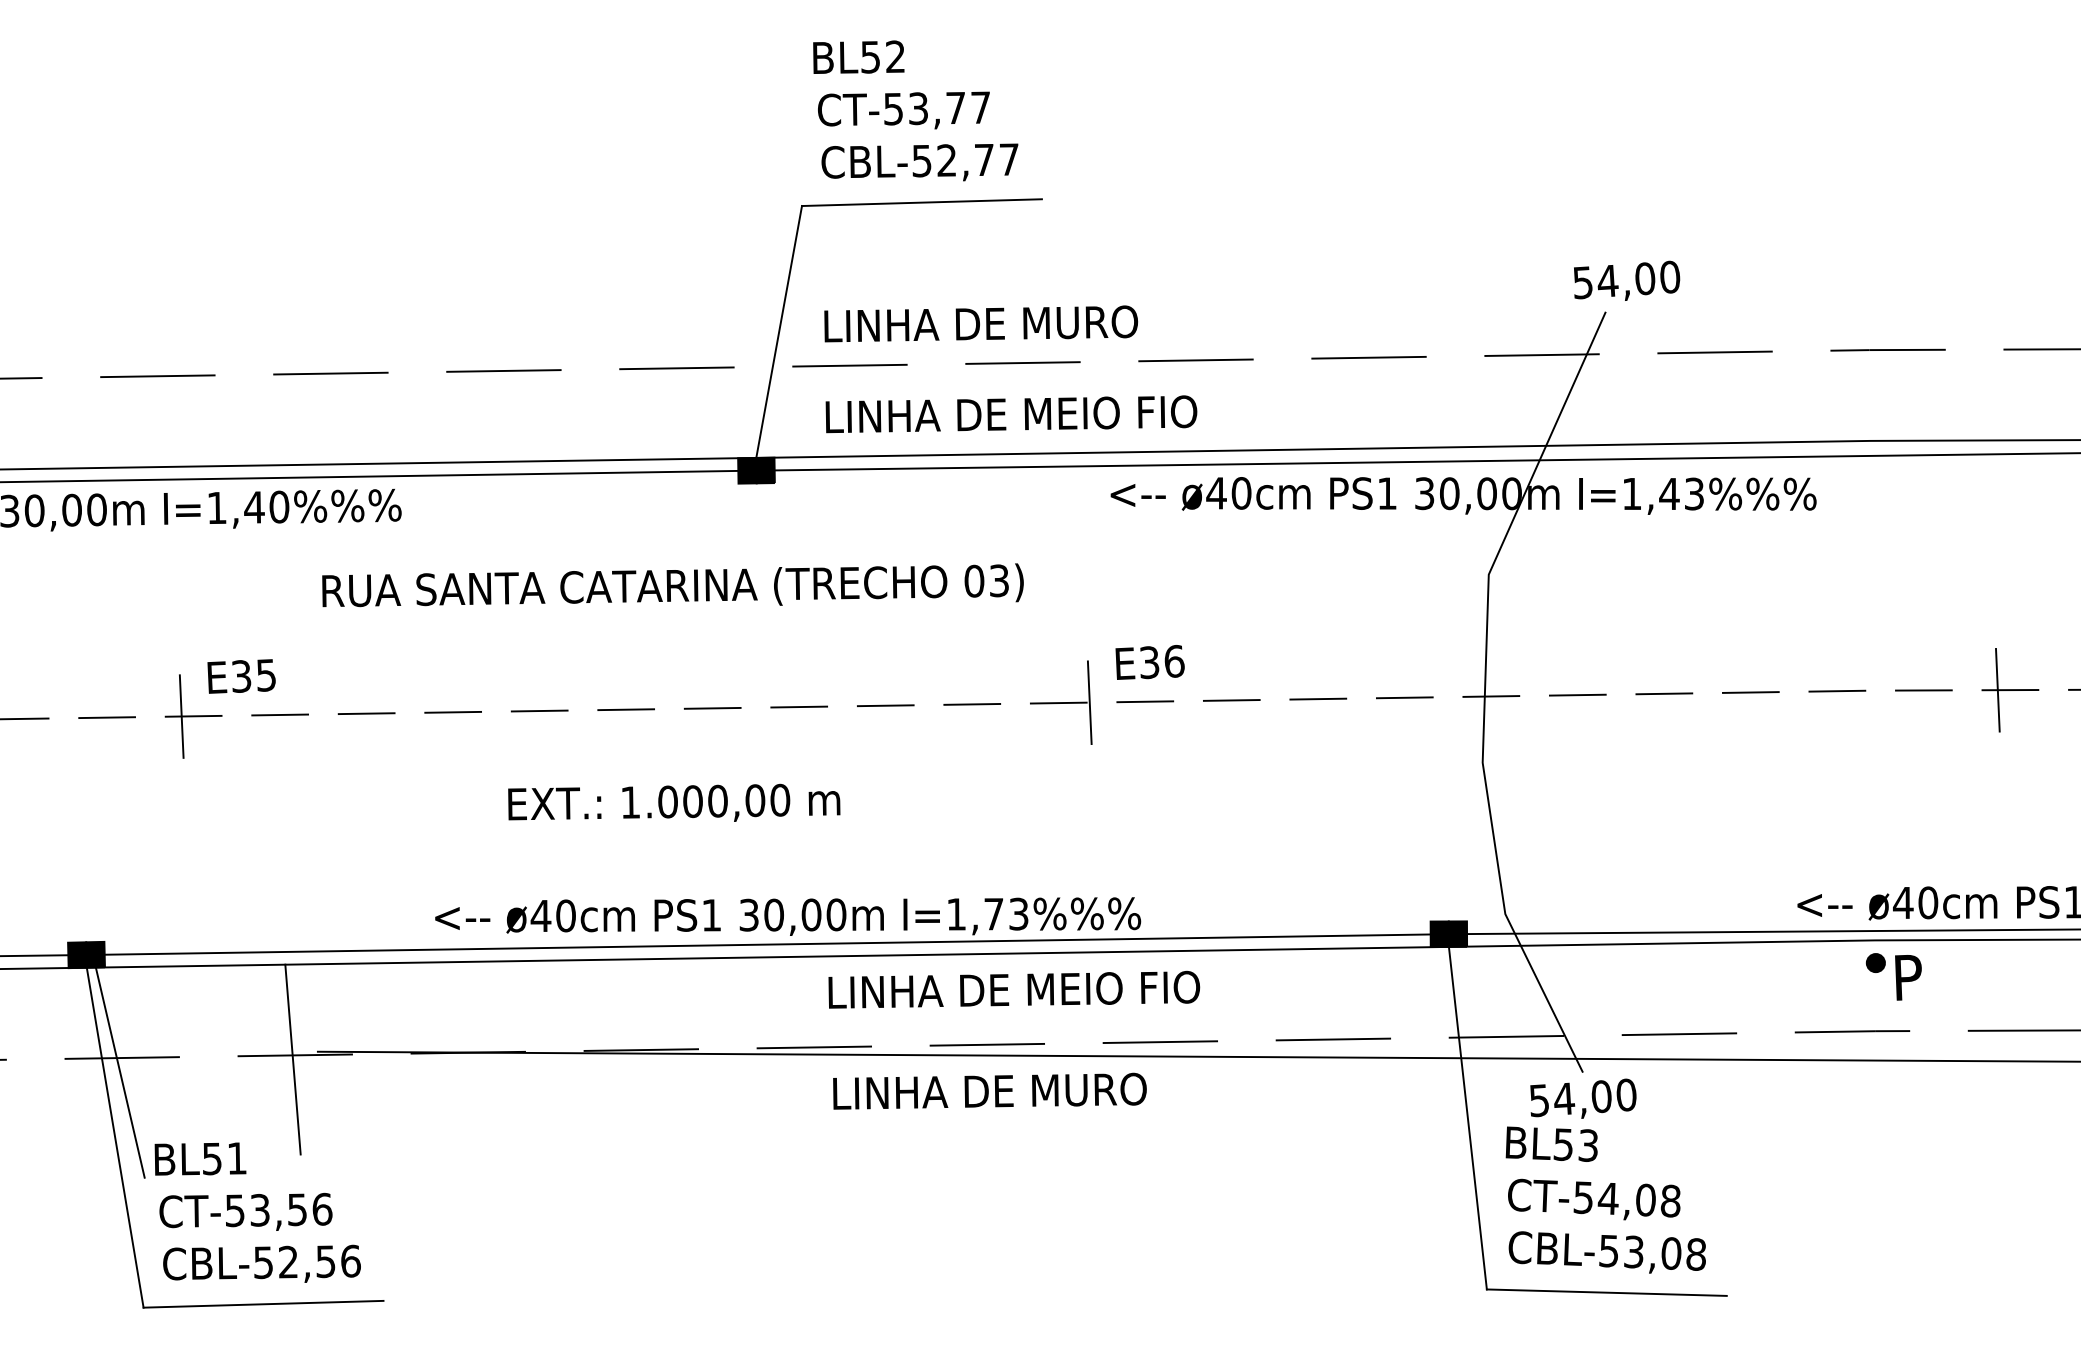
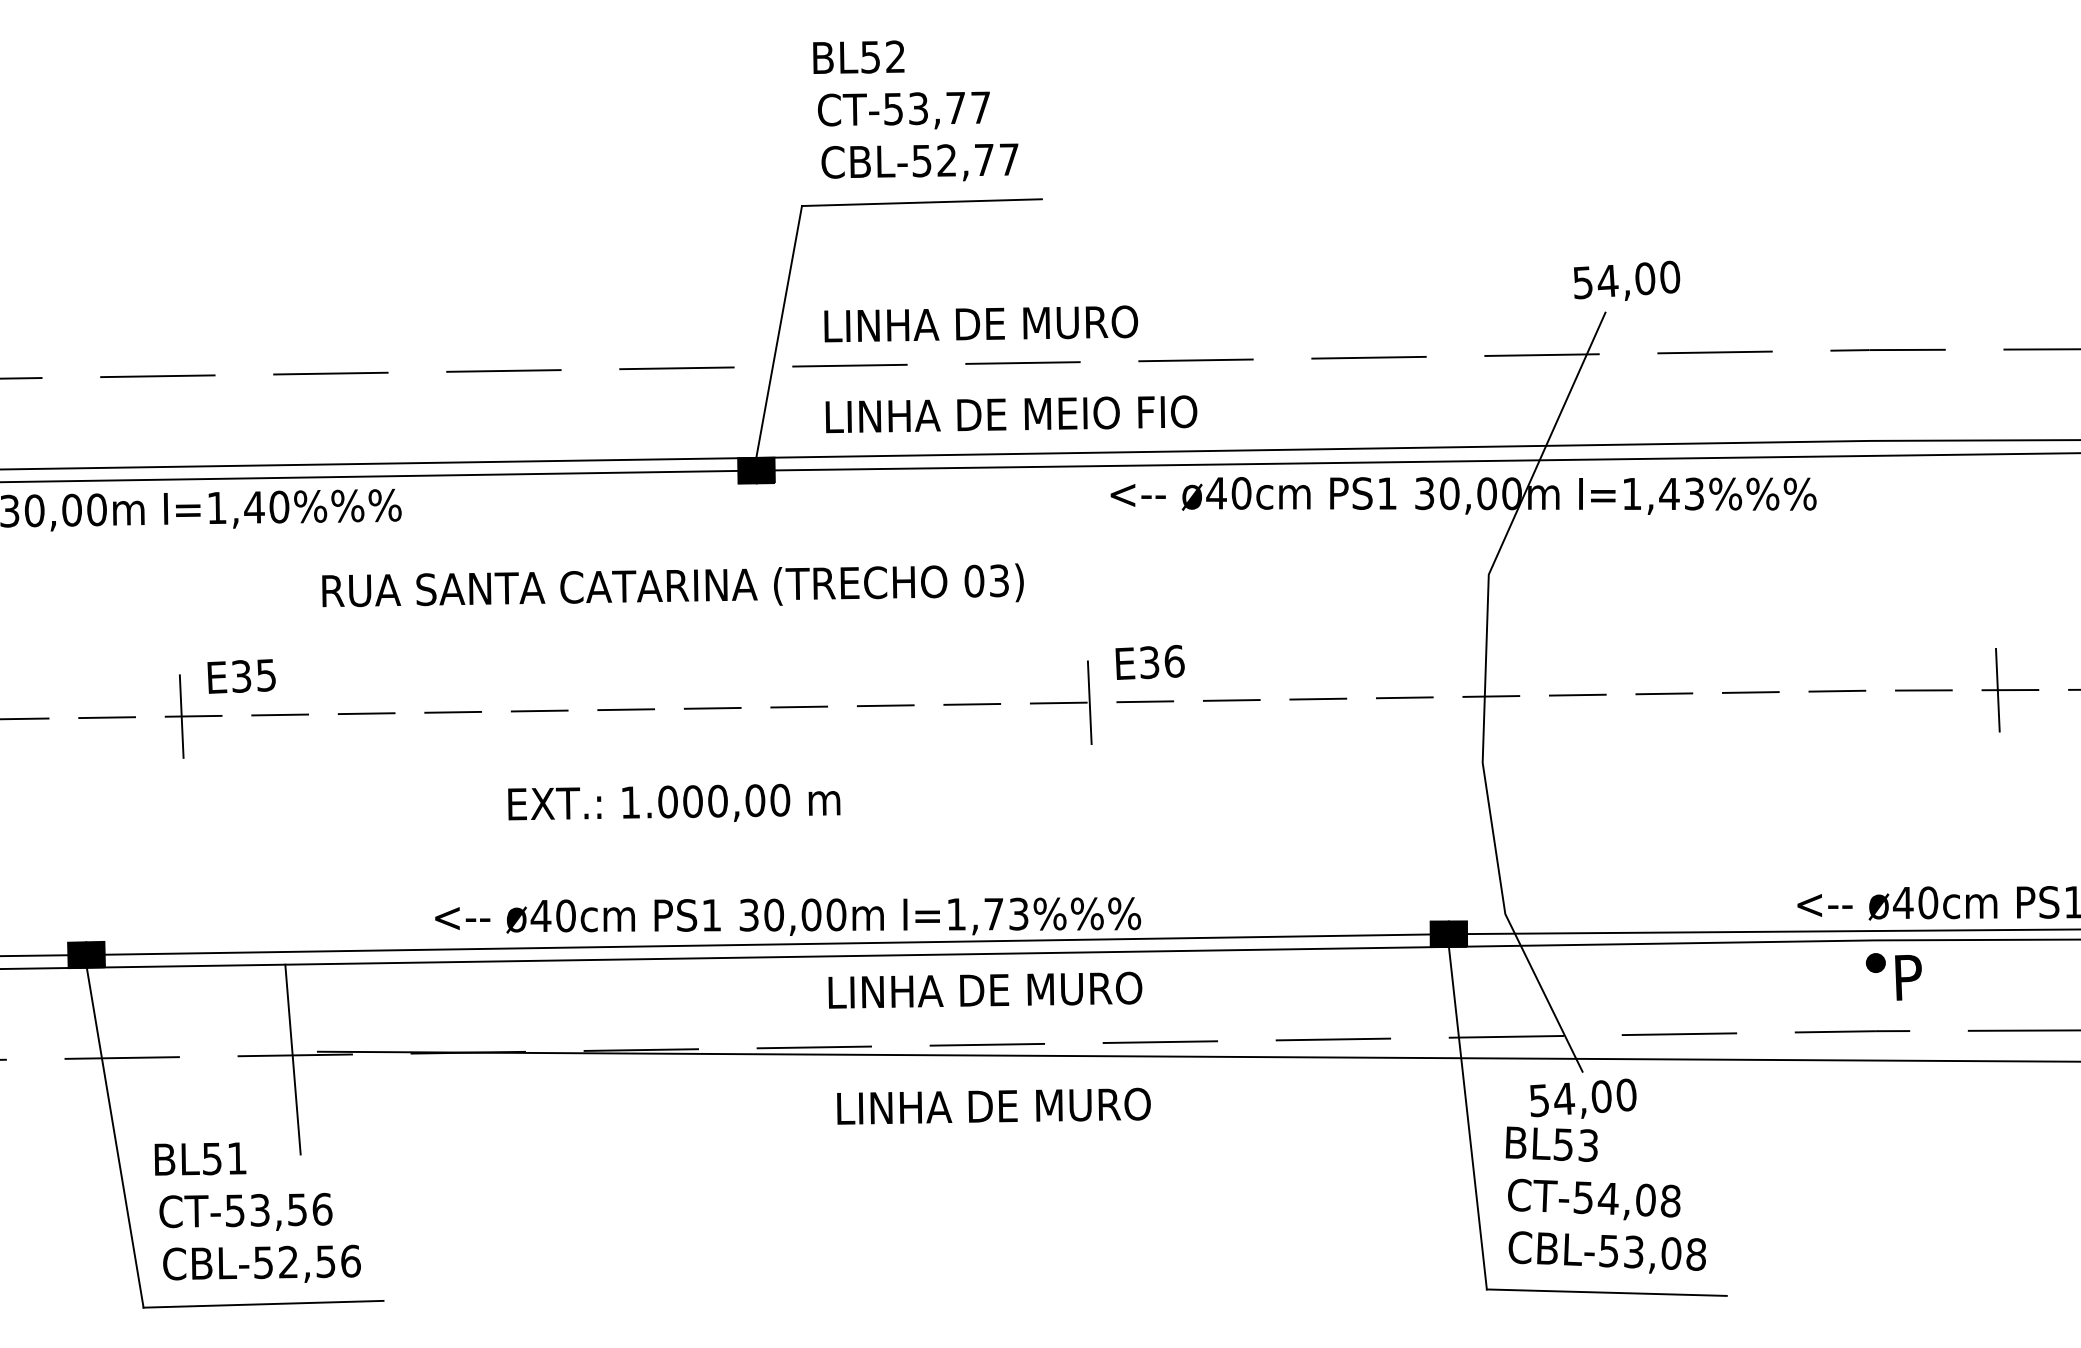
text at (1130, 987): LINHA DE MEIO FIO -> LINHA DE MURO
line at (119, 1072): present -> none
text at (989, 1090) position: (989, 1090) -> (993, 1105)
